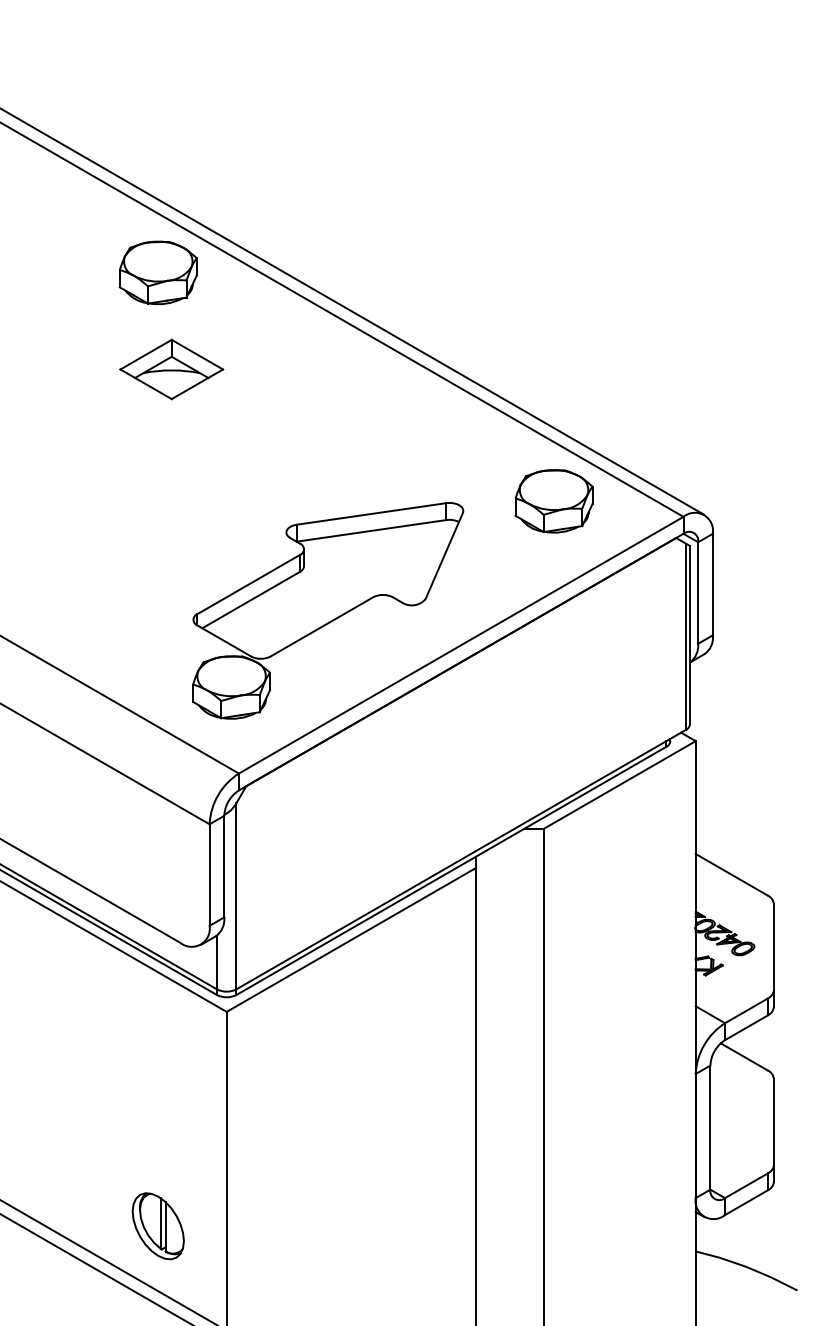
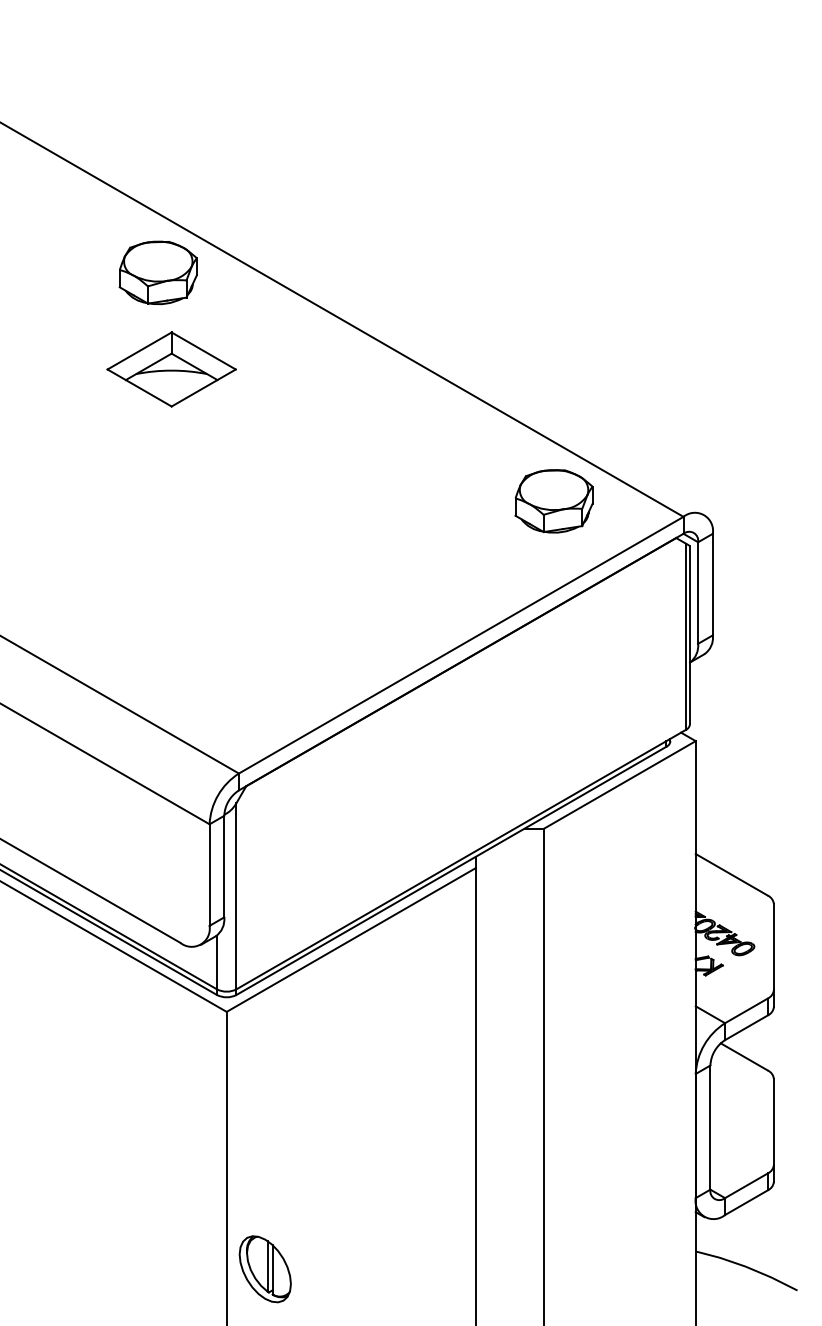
line at (353, 311): present -> none
part at (171, 369) size: 106x63 px -> 131x77 px
part at (328, 610): present -> none
part at (157, 1226) position: (157, 1226) -> (264, 1269)
line at (107, 1261): present -> none
line at (95, 1268): present -> none
